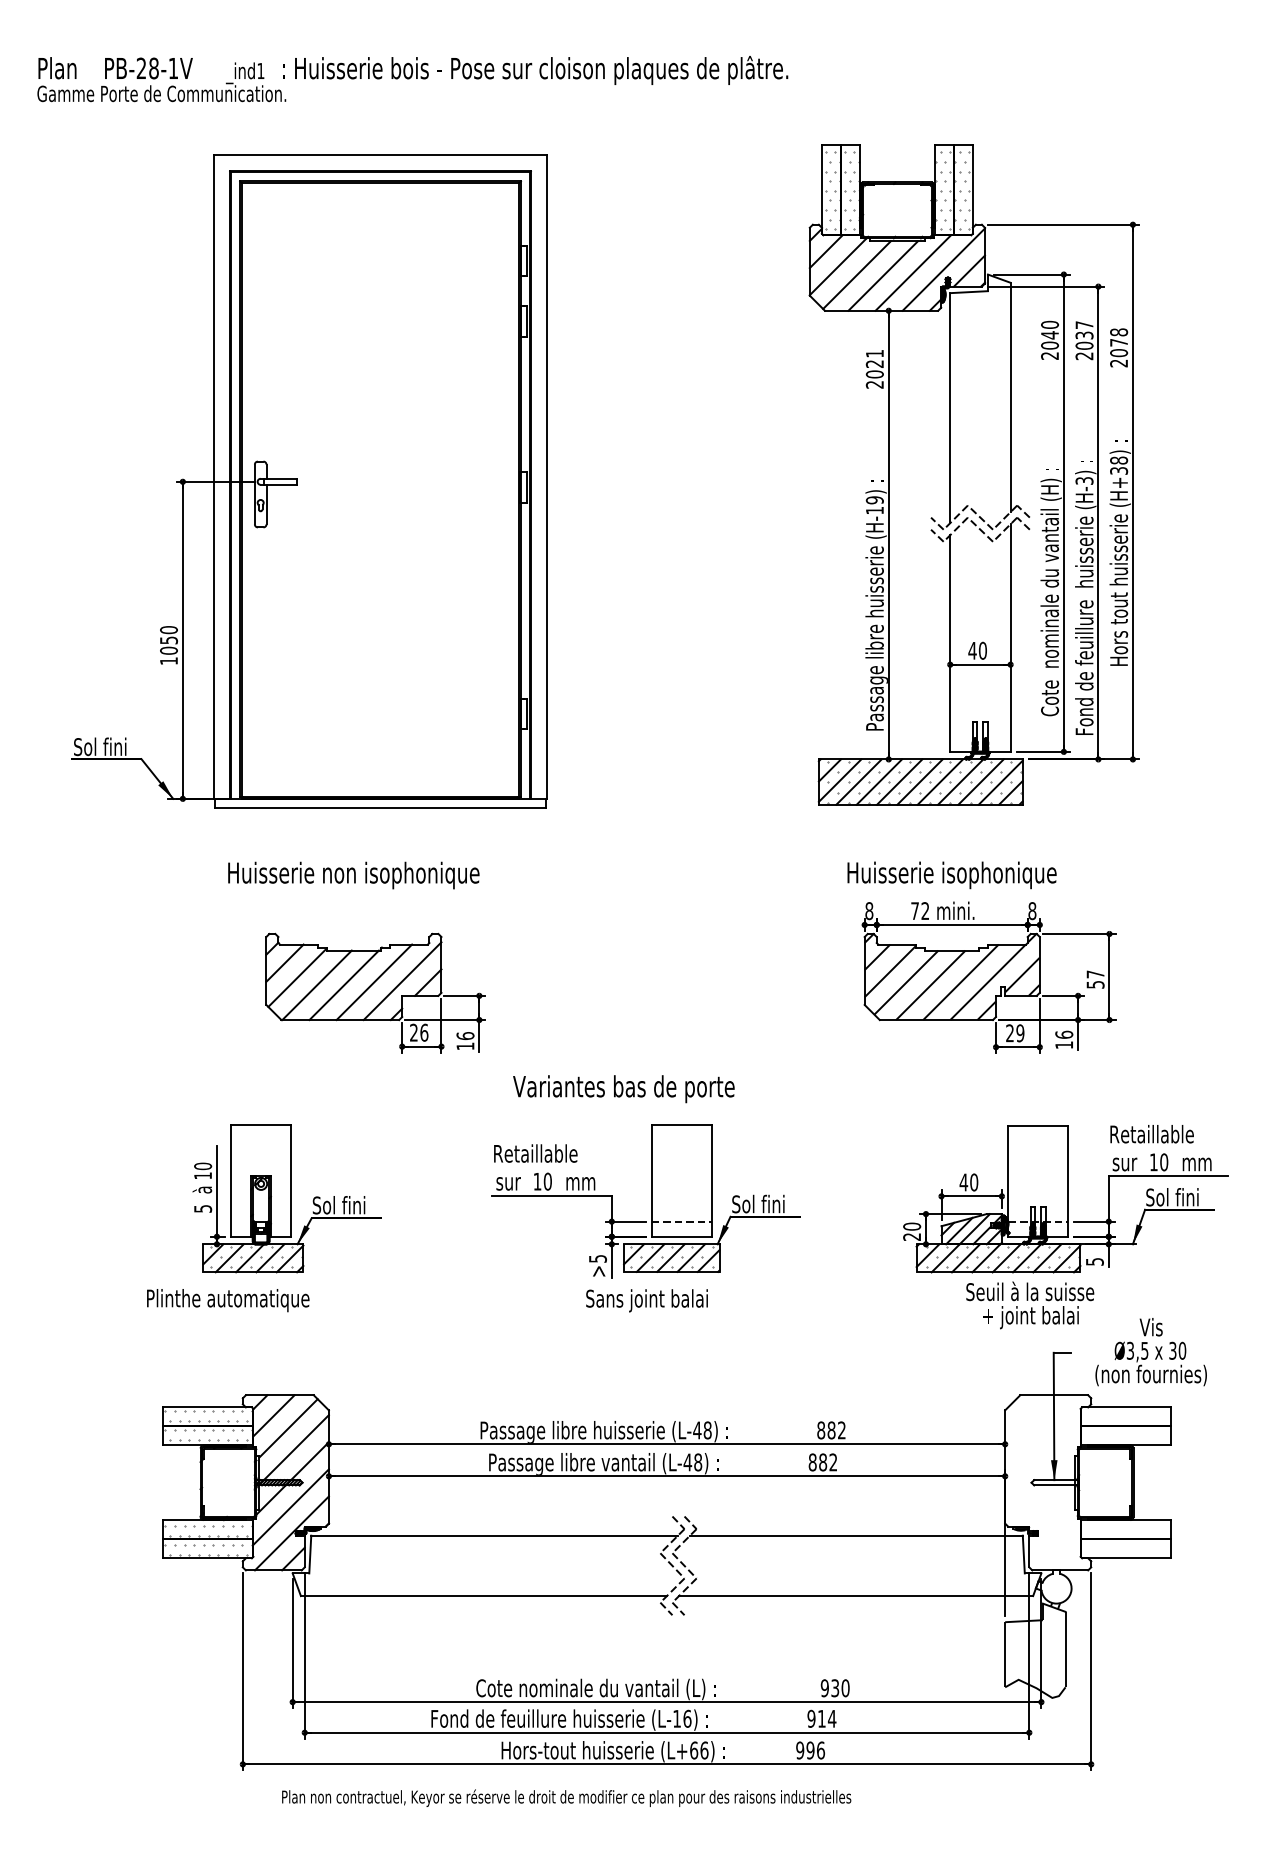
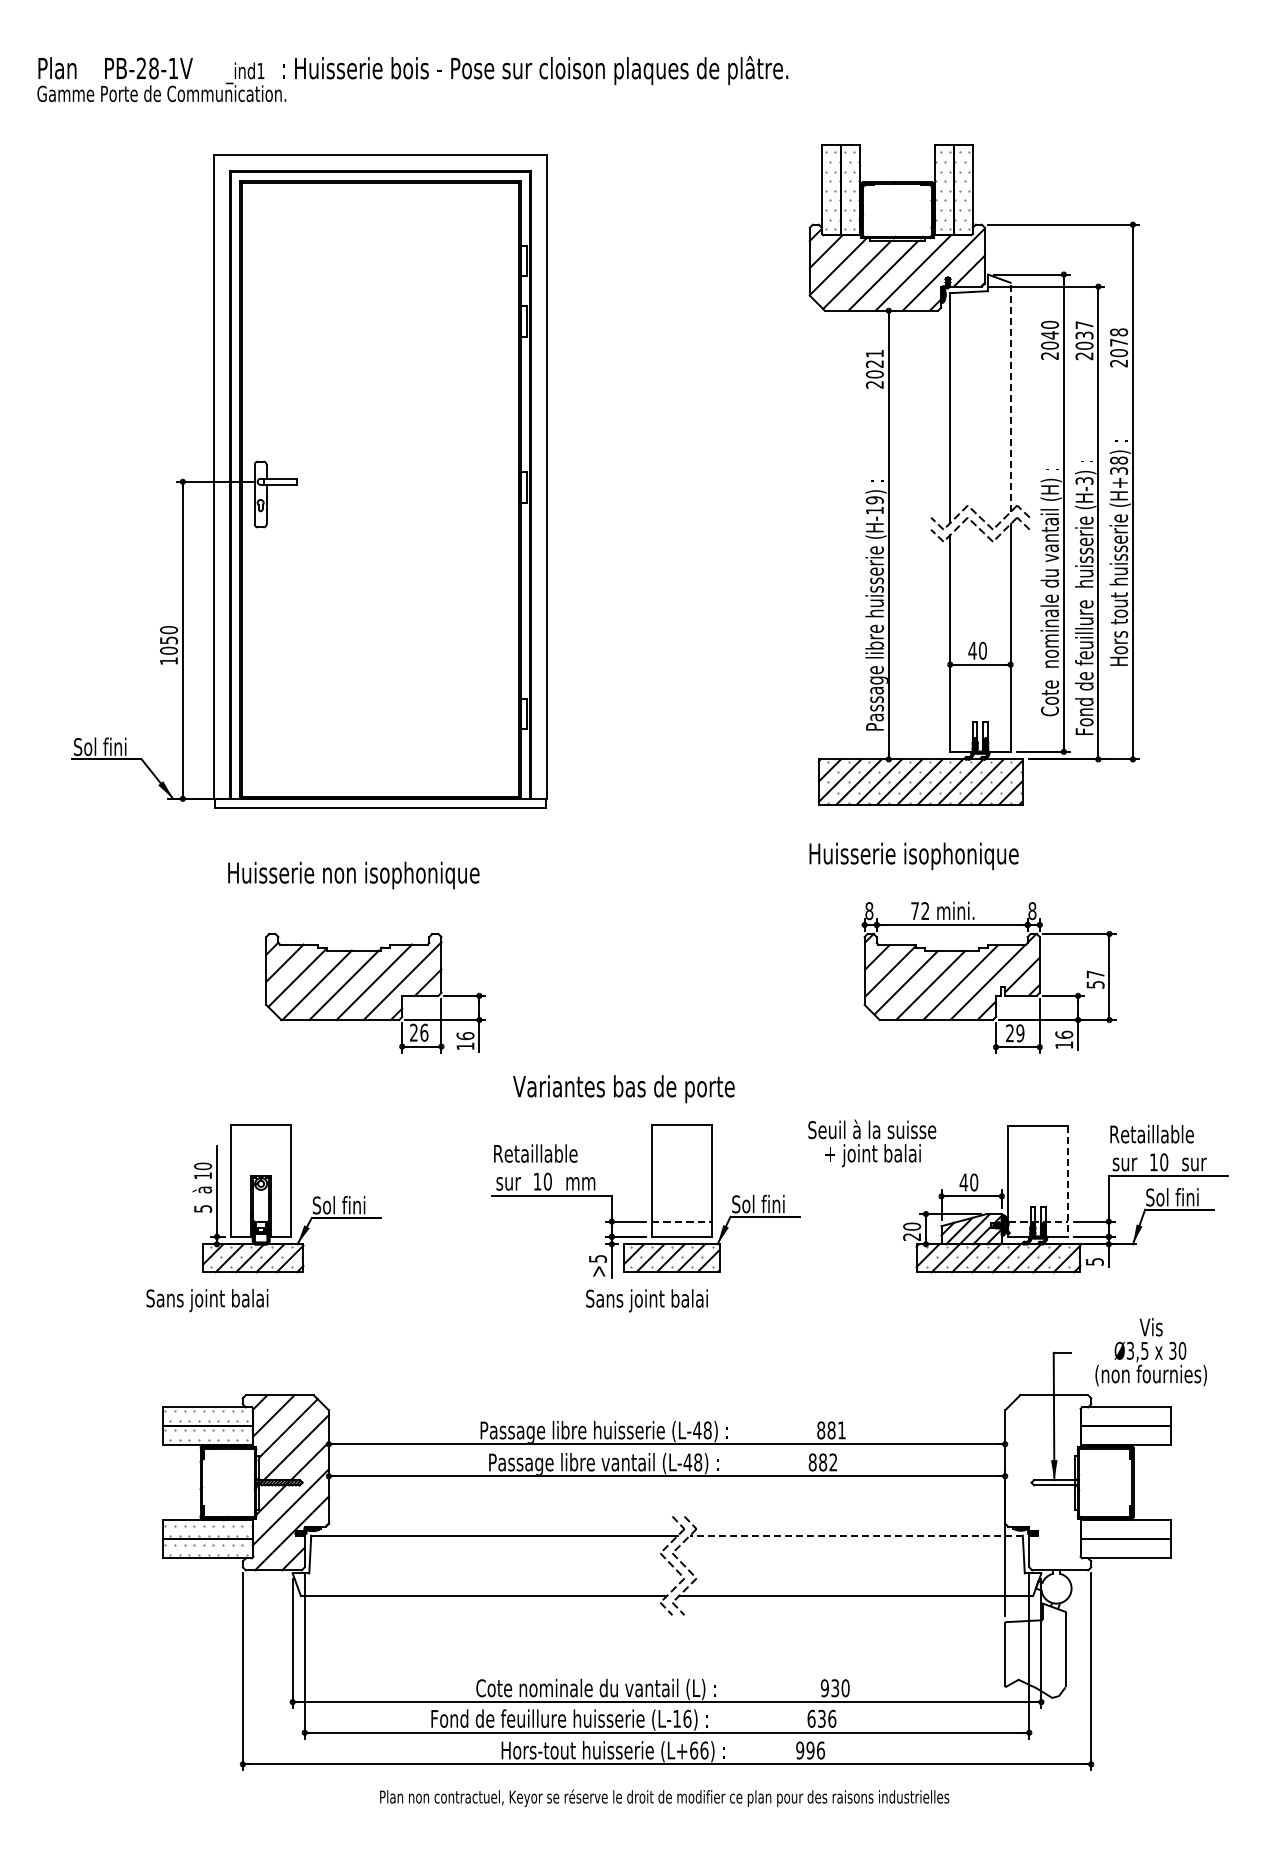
line at (1010, 397): solid -> dashed
text at (951, 875) position: (951, 875) -> (913, 856)
text at (1196, 1164): mm -> sur
line at (1068, 1182): solid -> dashed
text at (227, 1300): Plinthe automatique -> Sans joint balai
text at (1030, 1305) position: (1030, 1305) -> (872, 1143)
text at (841, 1430): 882 -> 881
line at (855, 1535): solid -> dashed
text at (821, 1718): 914 -> 636
text at (566, 1797) position: (566, 1797) -> (664, 1797)
